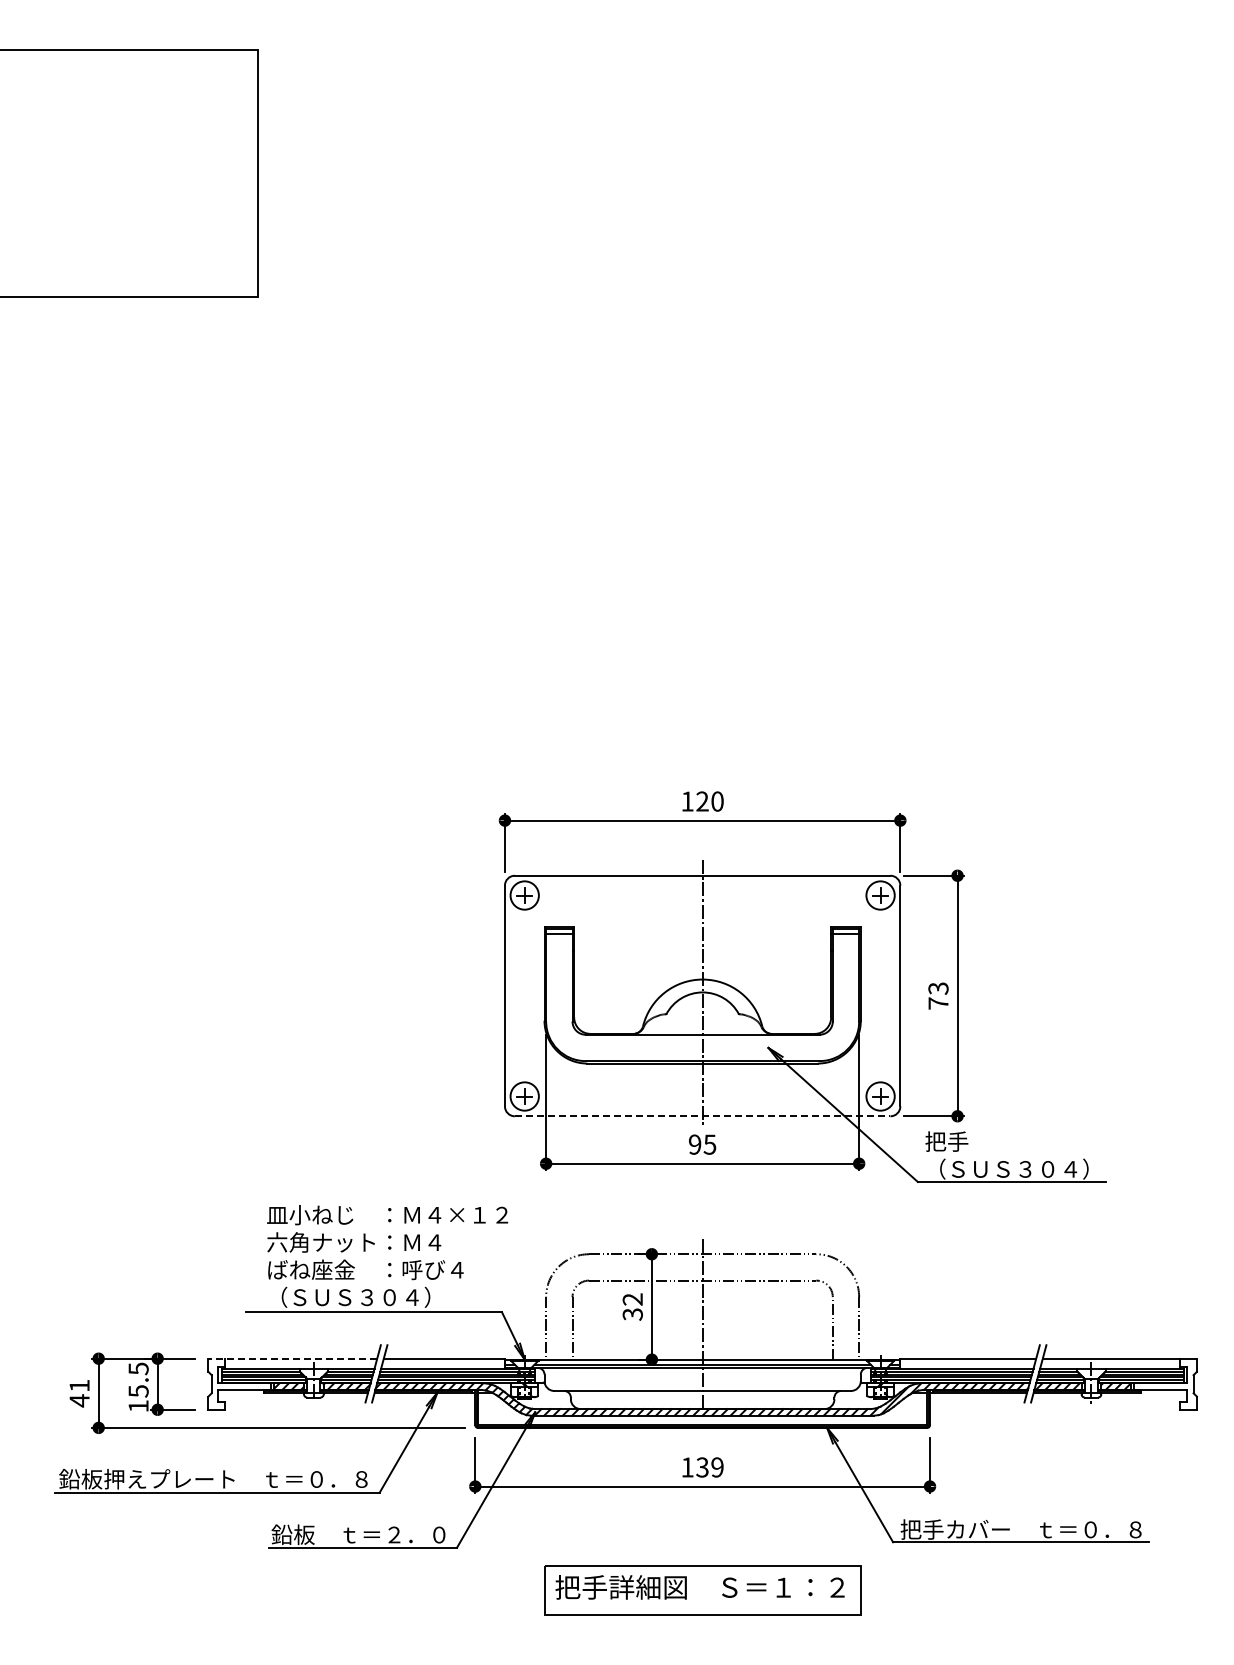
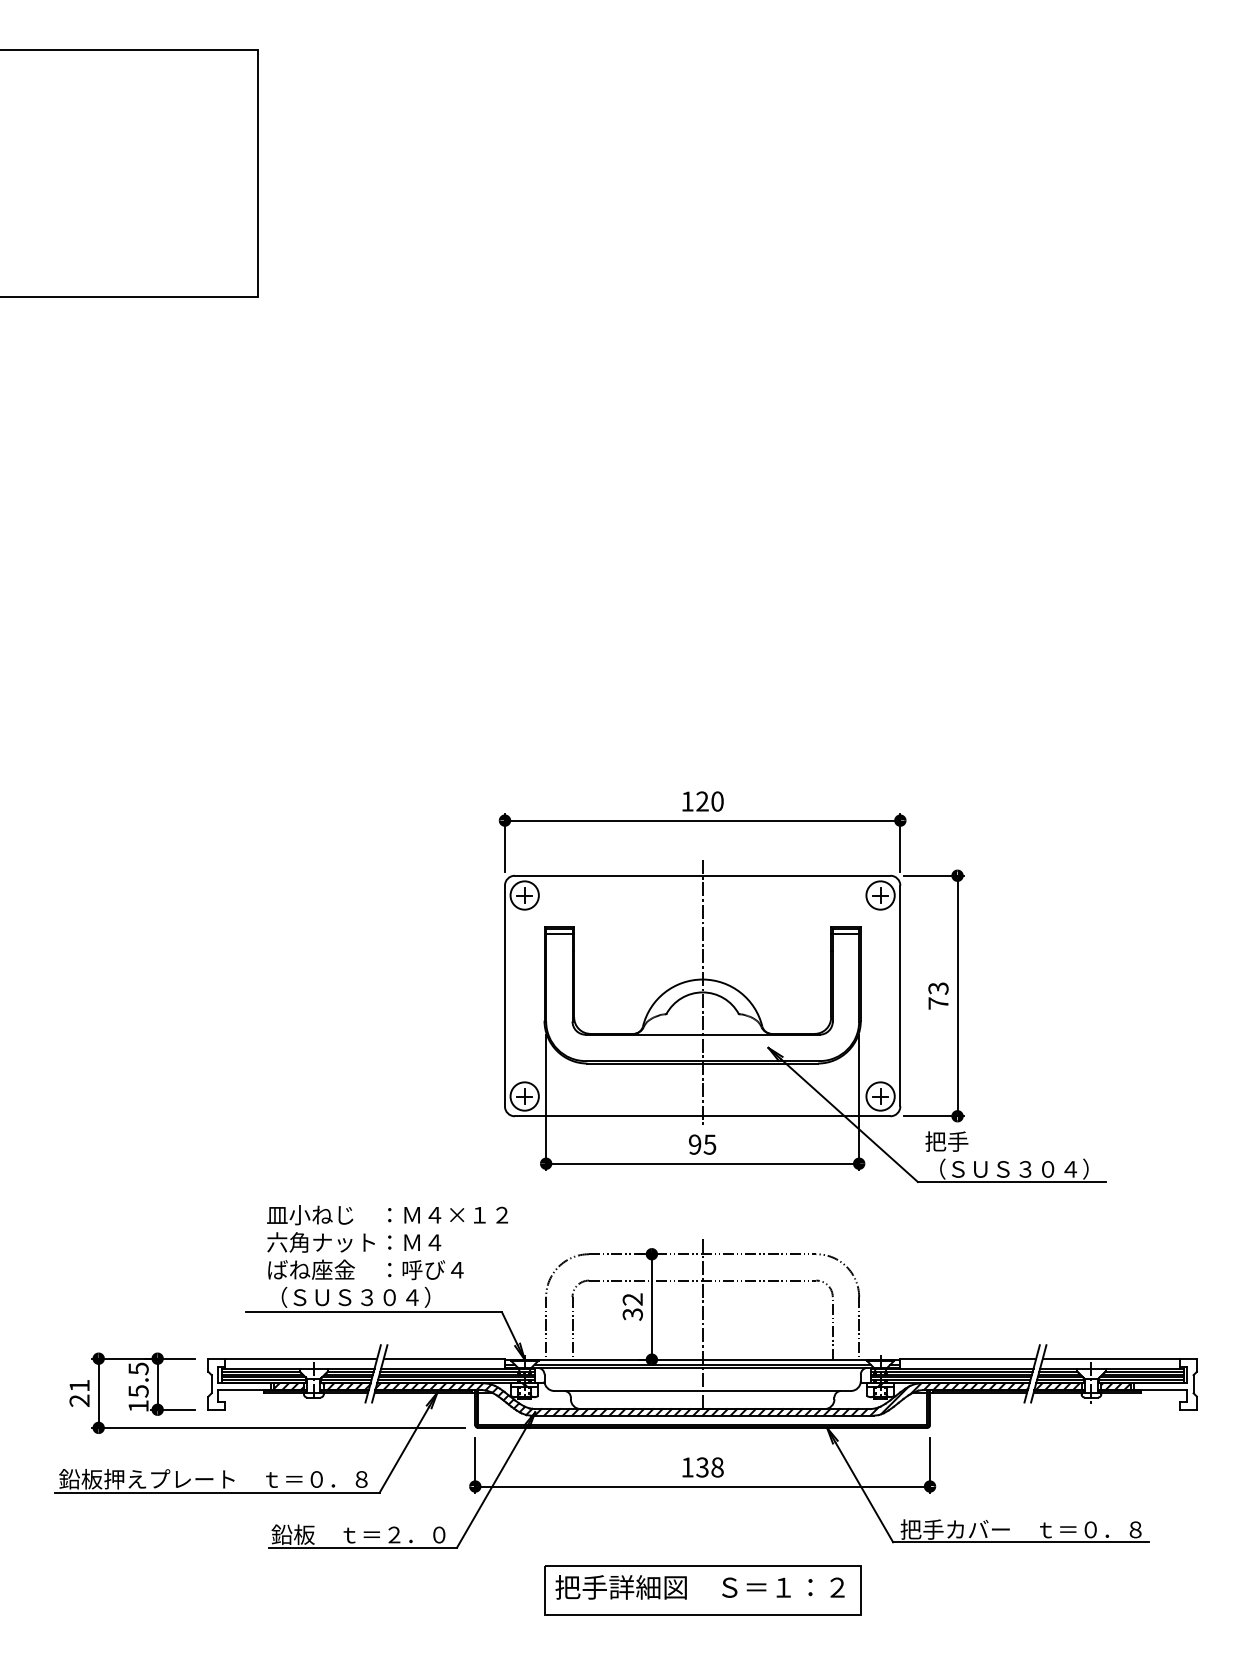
line at (702, 1116): dashed -> solid
line at (292, 1358): dashed -> solid
text at (79, 1400): 41 -> 21
text at (717, 1467): 139 -> 138
